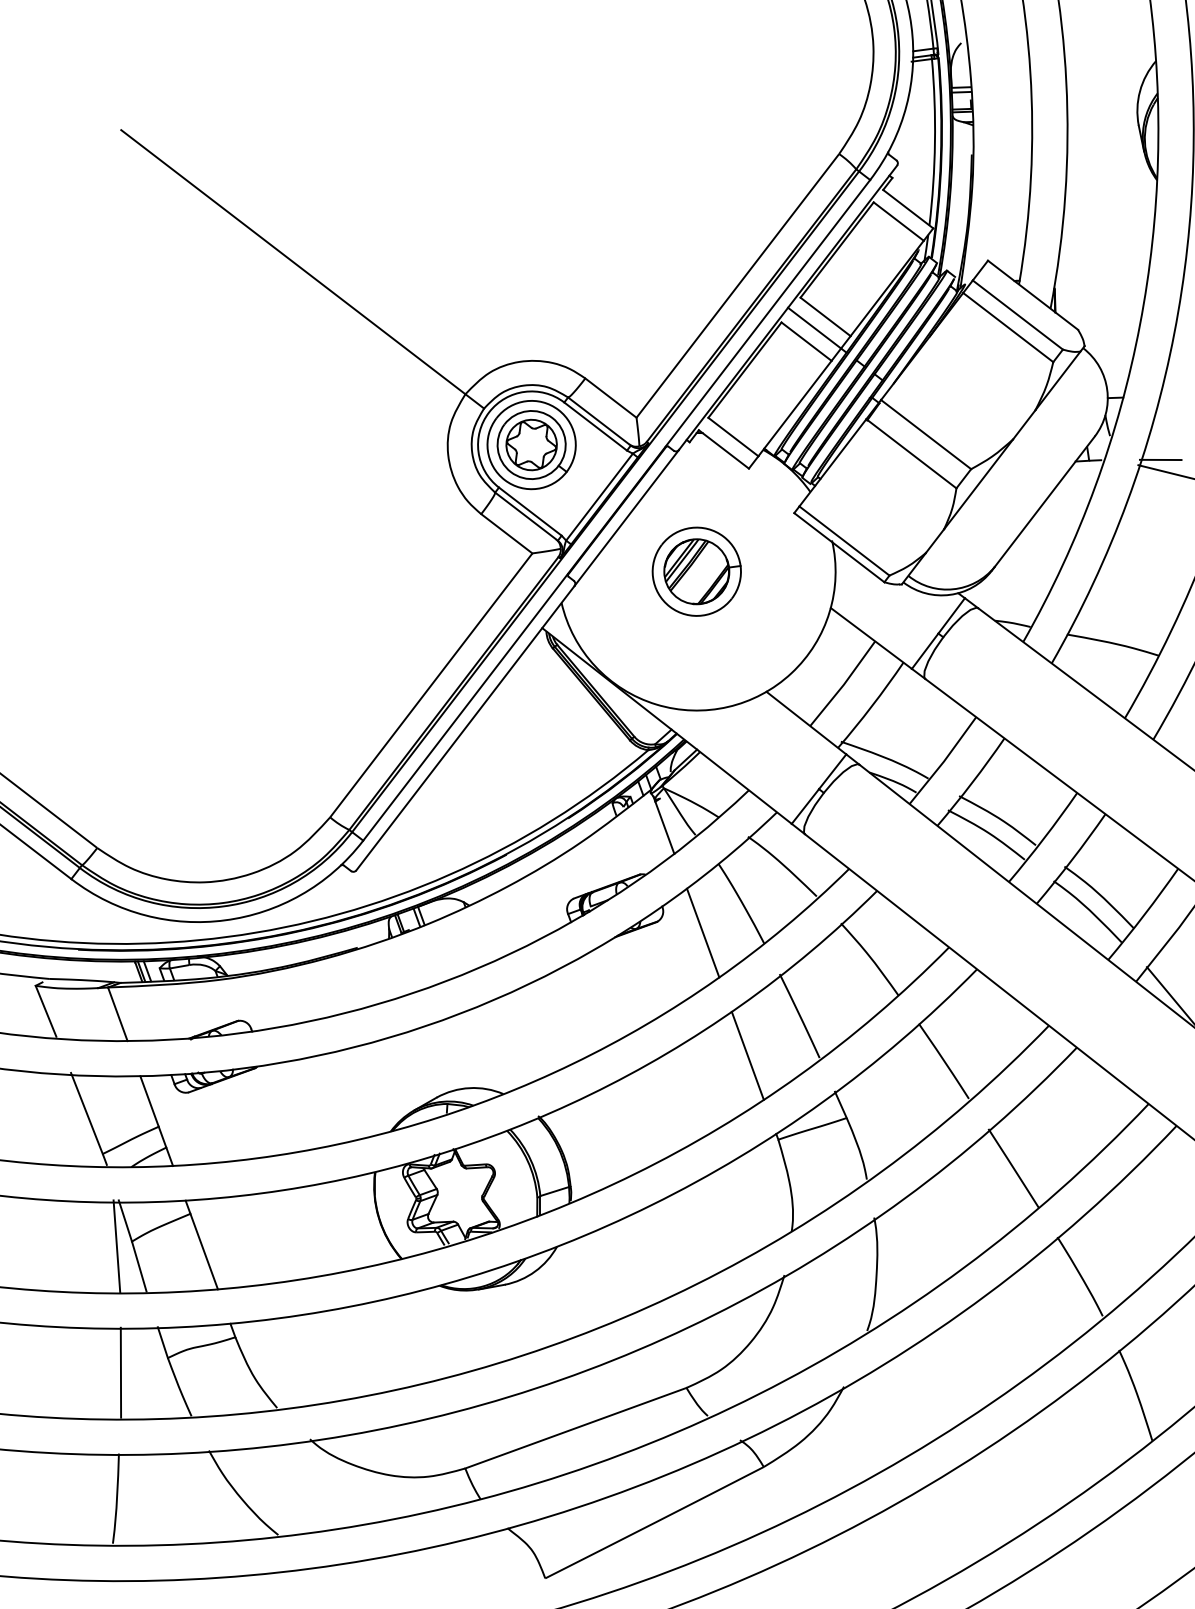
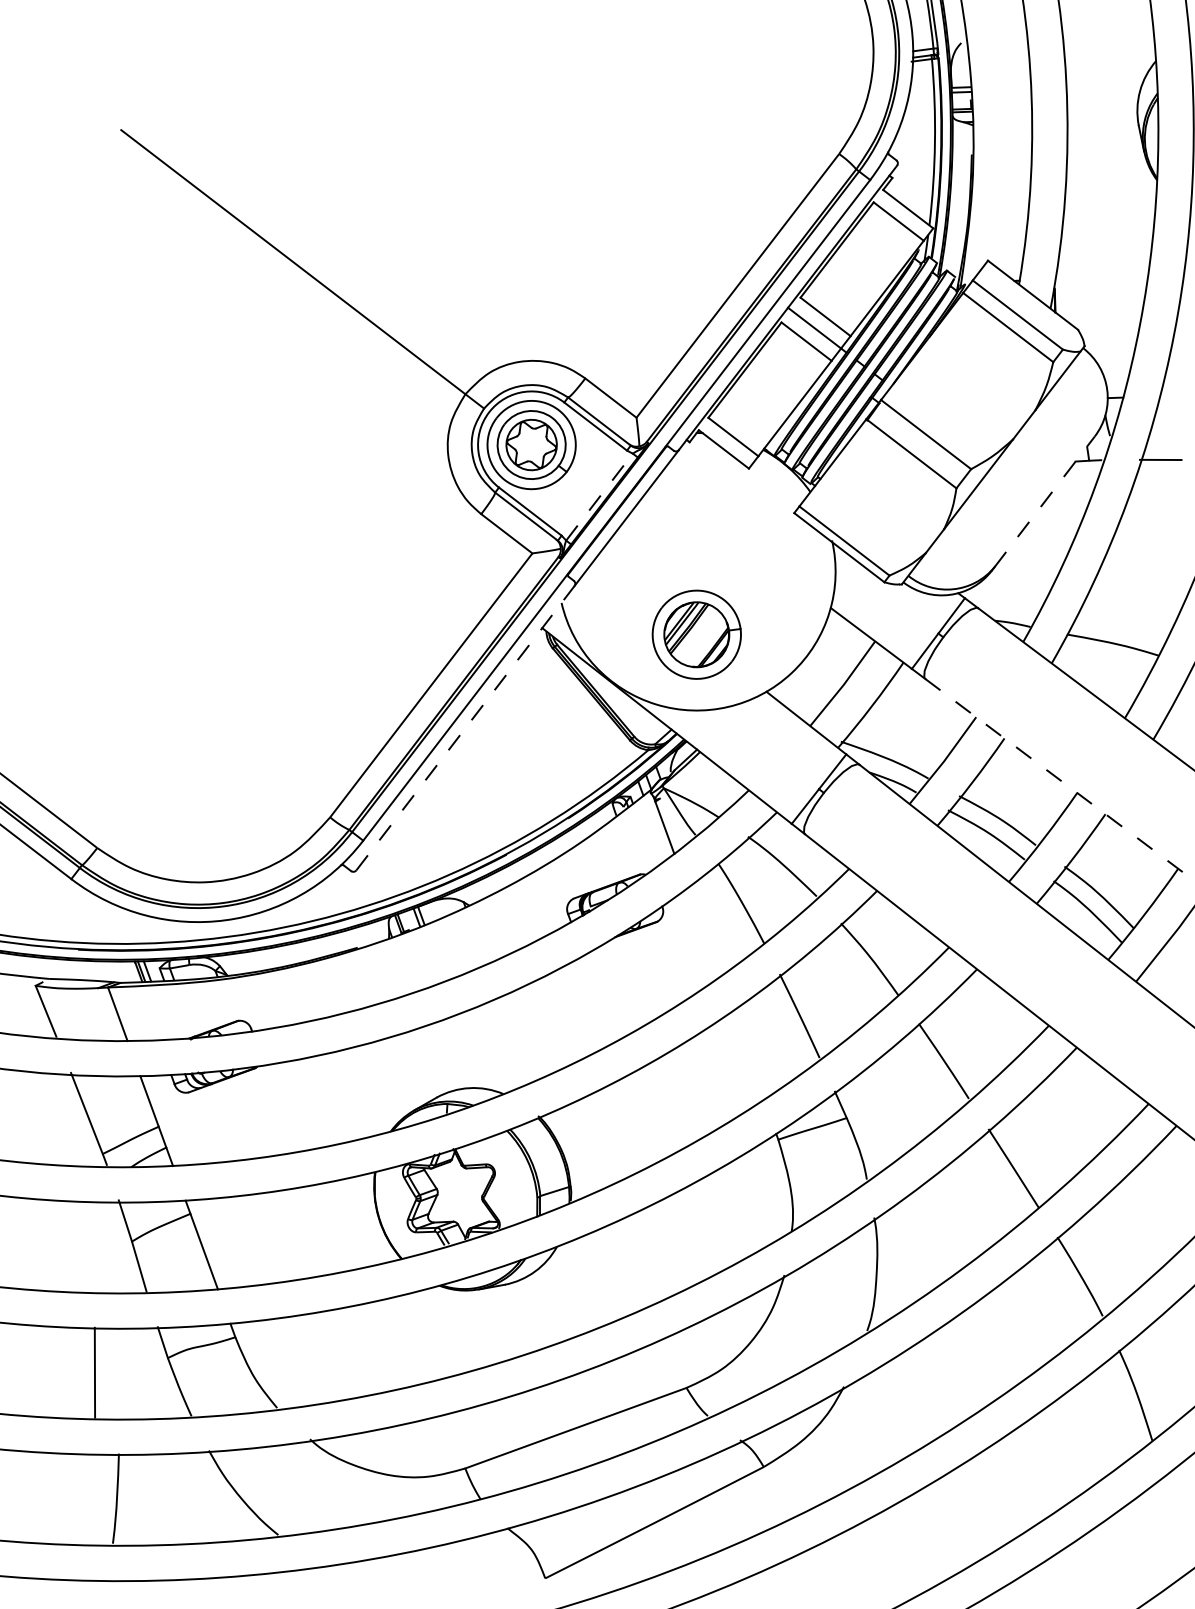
line at (1164, 471): present -> none
line at (599, 497): solid -> dashed
line at (1045, 501): solid -> dashed
part at (696, 571) position: (696, 571) -> (696, 634)
line at (465, 727): solid -> dashed
line at (1060, 780): solid -> dashed
line at (702, 932): present -> none
line at (1168, 993): present -> none
line at (747, 1055): present -> none
line at (116, 1246): present -> none
line at (120, 1372) position: (120, 1372) -> (94, 1372)
